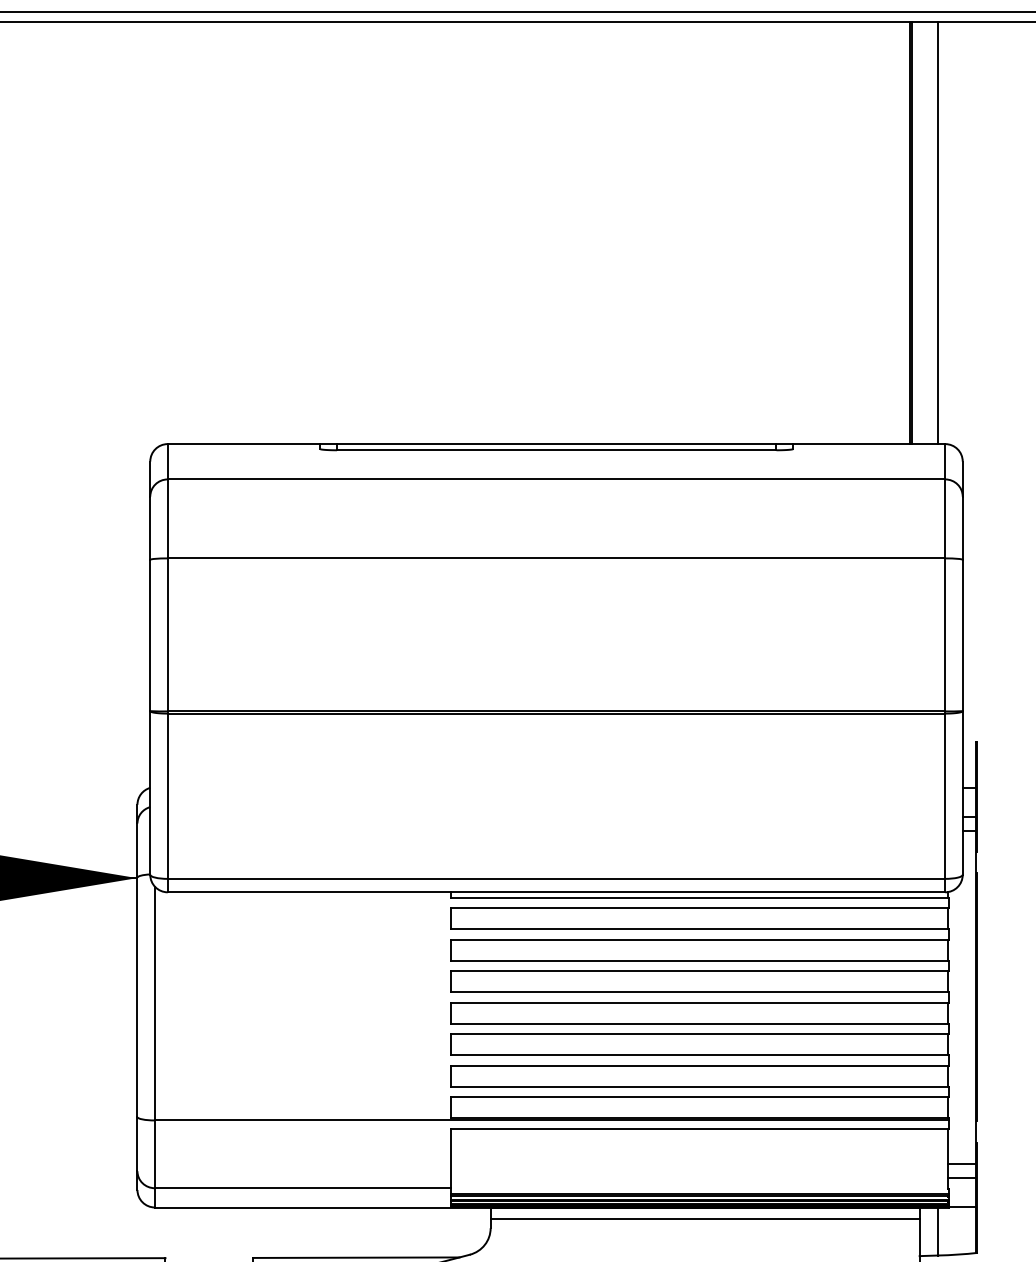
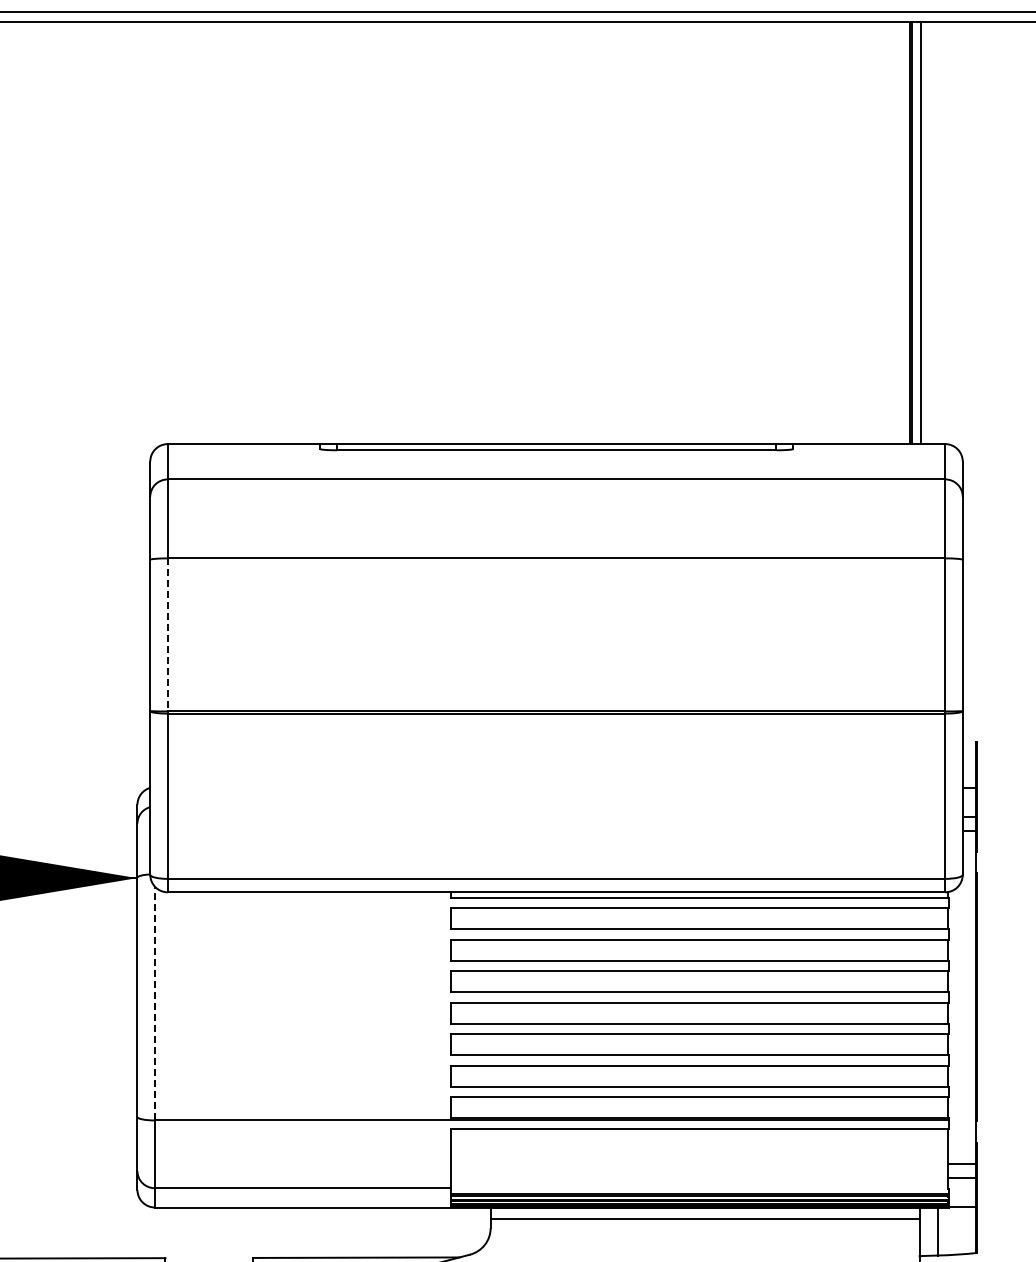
line at (938, 233) position: (938, 233) -> (921, 233)
line at (167, 634): solid -> dashed
line at (154, 1003): solid -> dashed
